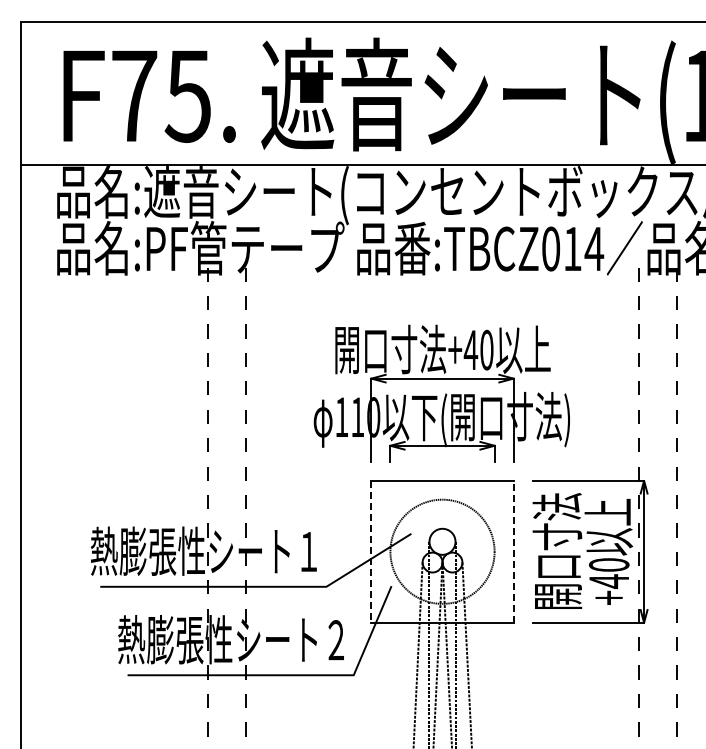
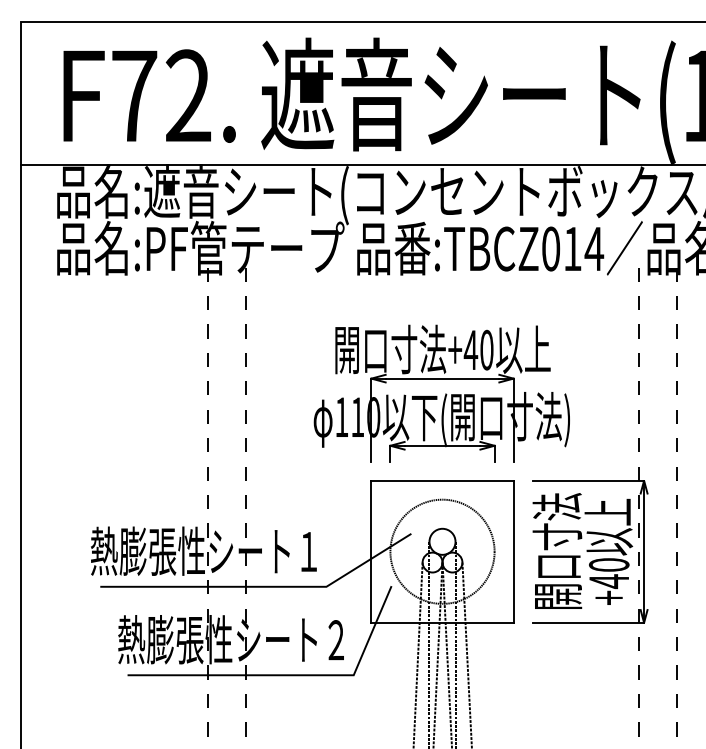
text at (187, 95): F75. -> F72.
line at (513, 551): dashed -> solid
line at (371, 552): dashed -> solid
